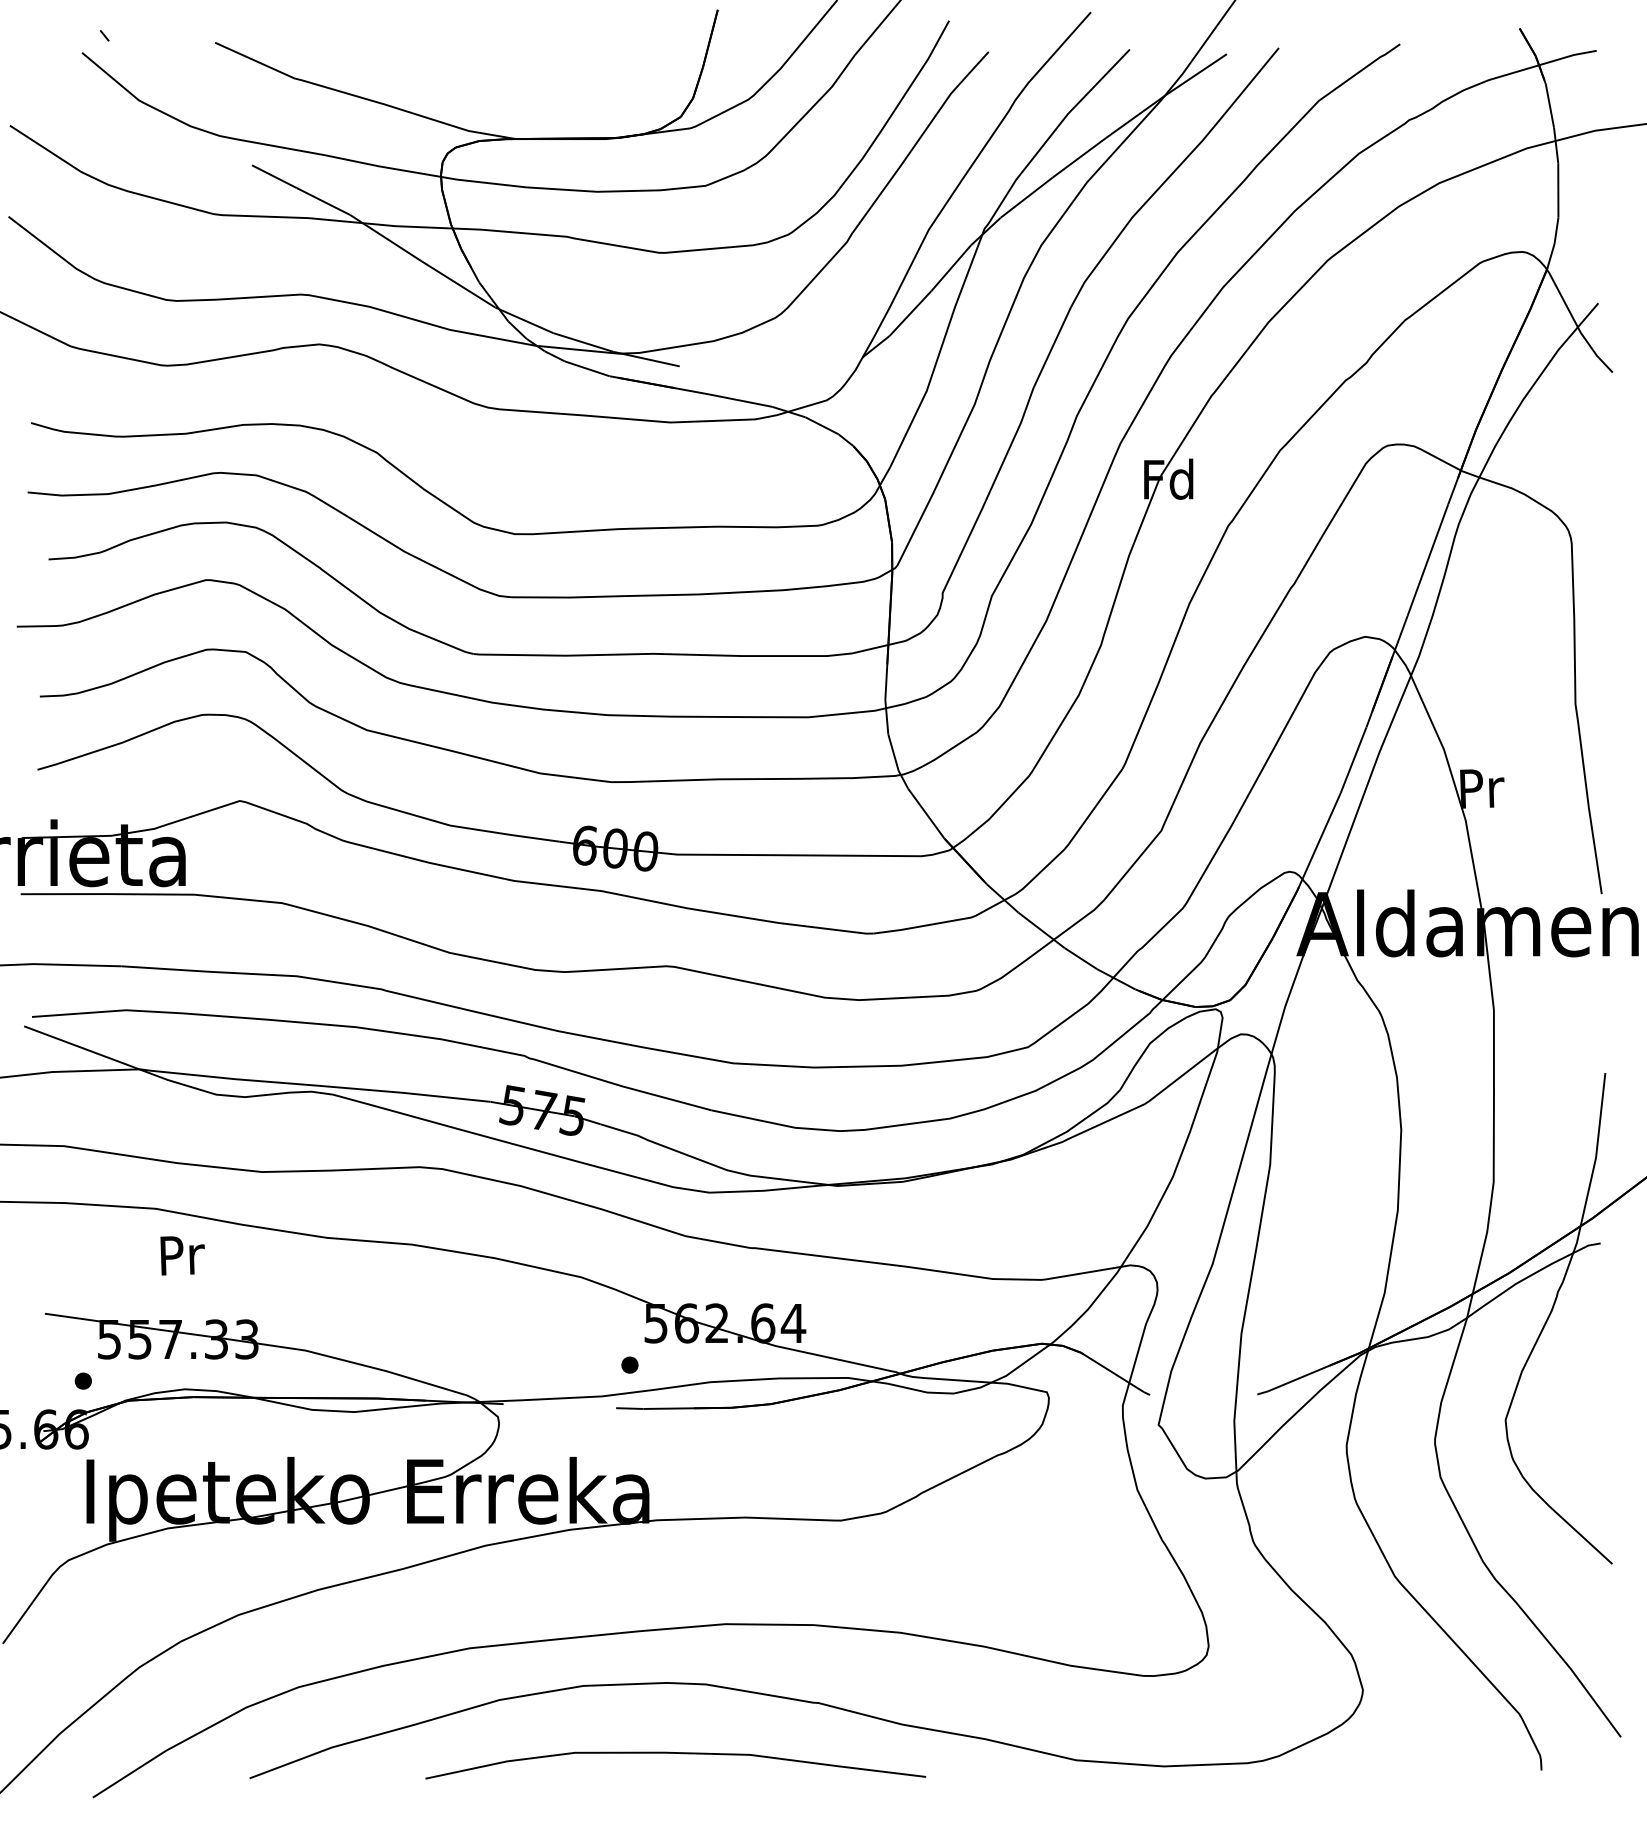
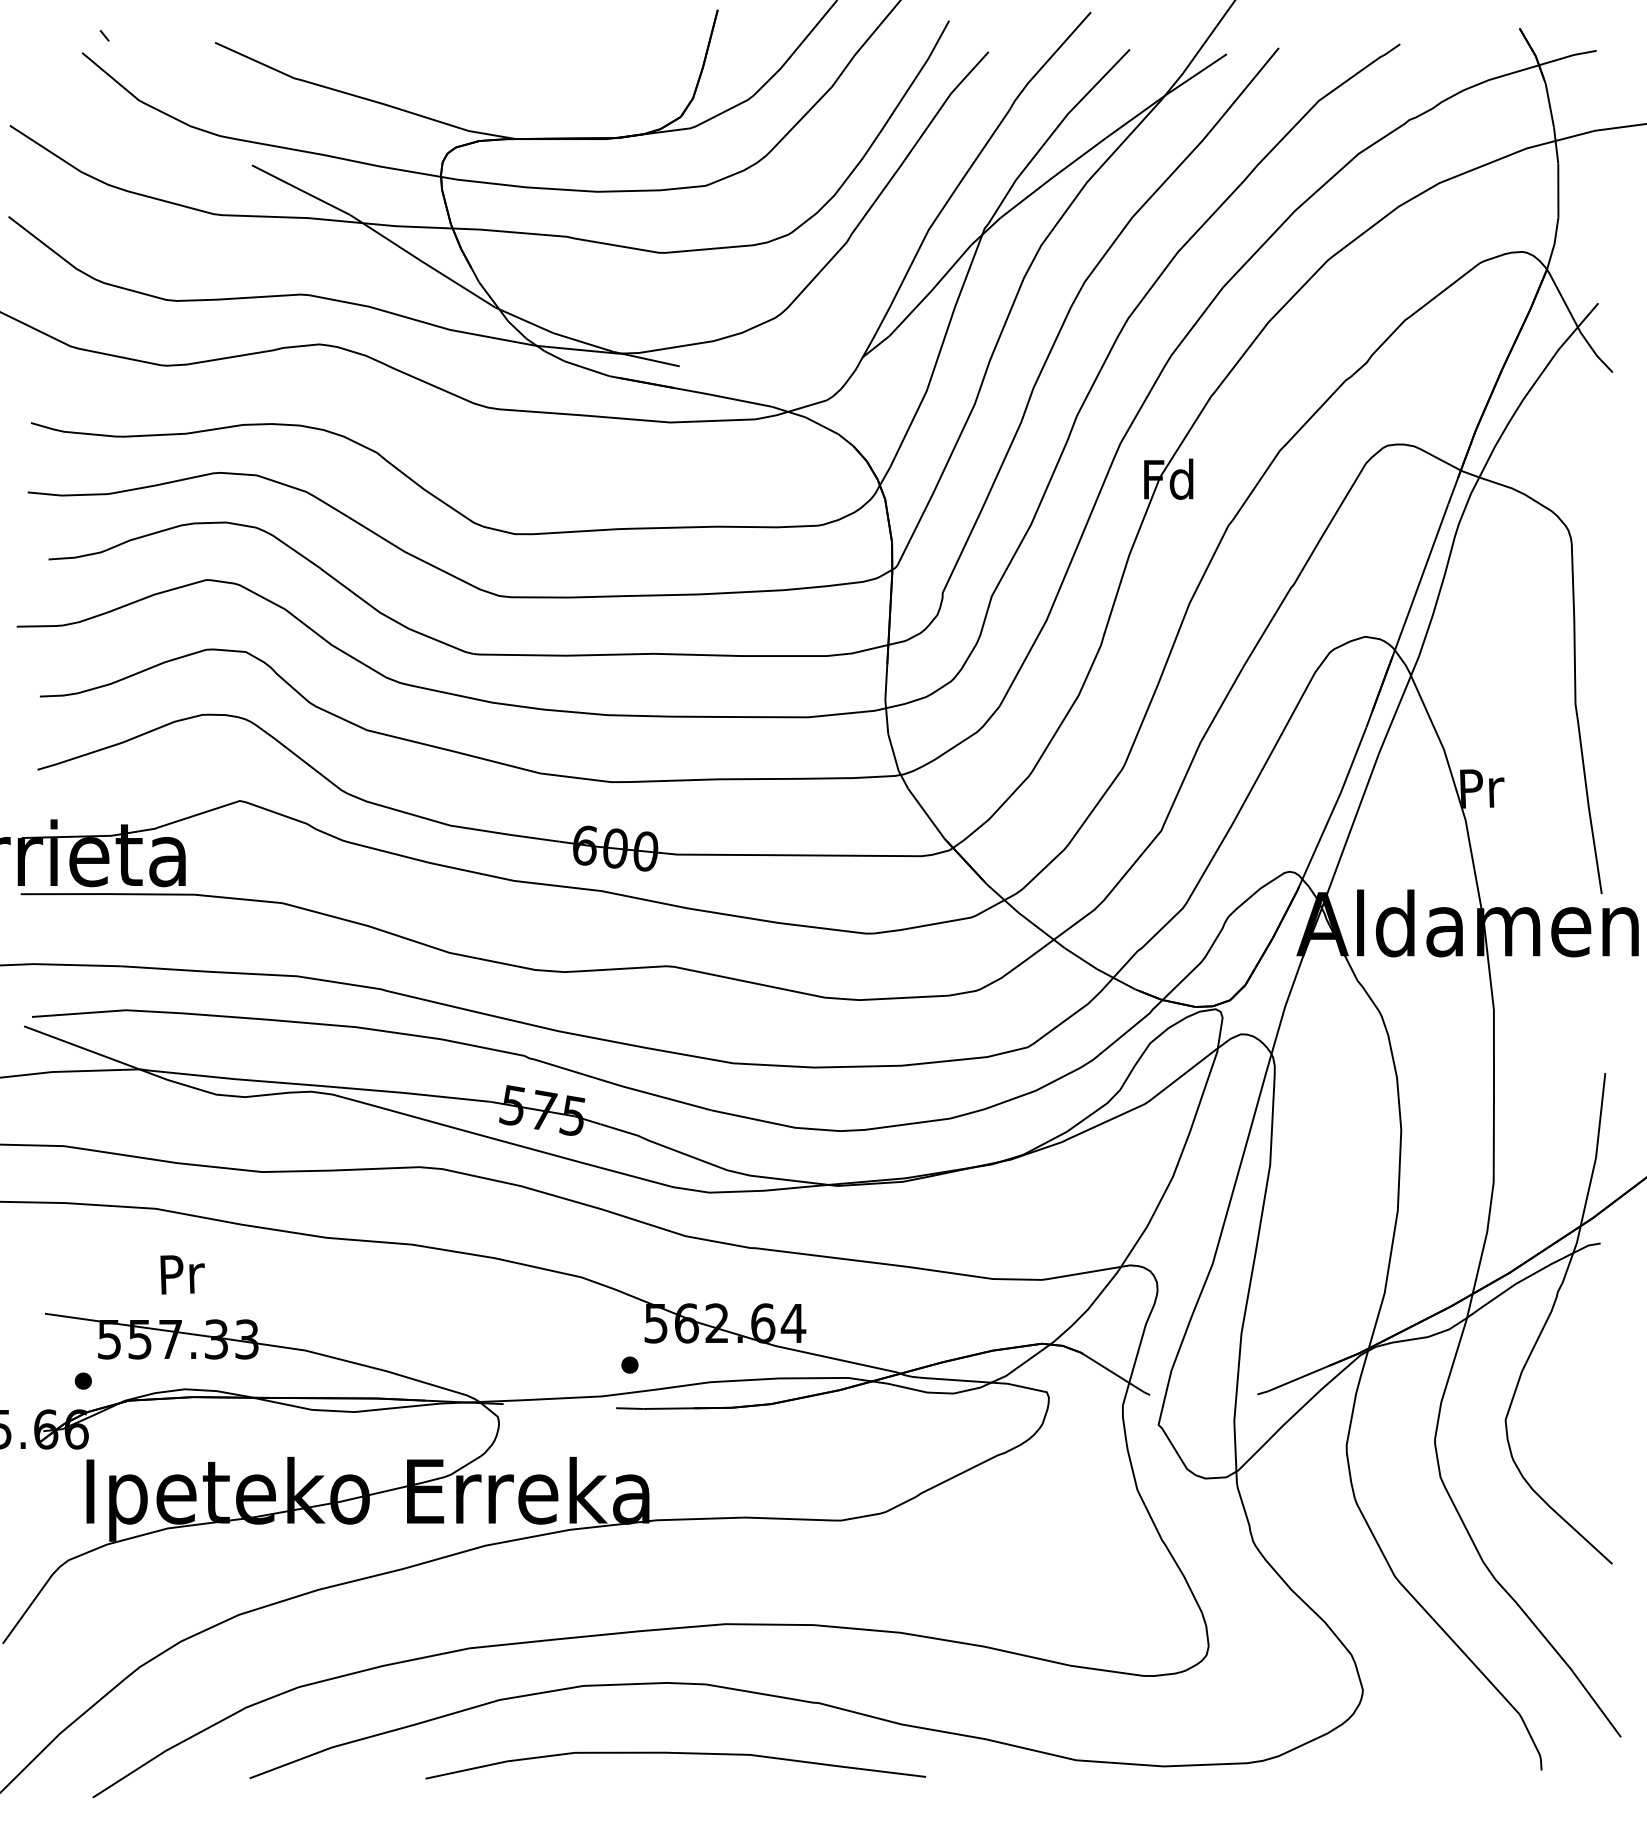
text at (182, 1255) position: (182, 1255) -> (182, 1274)
